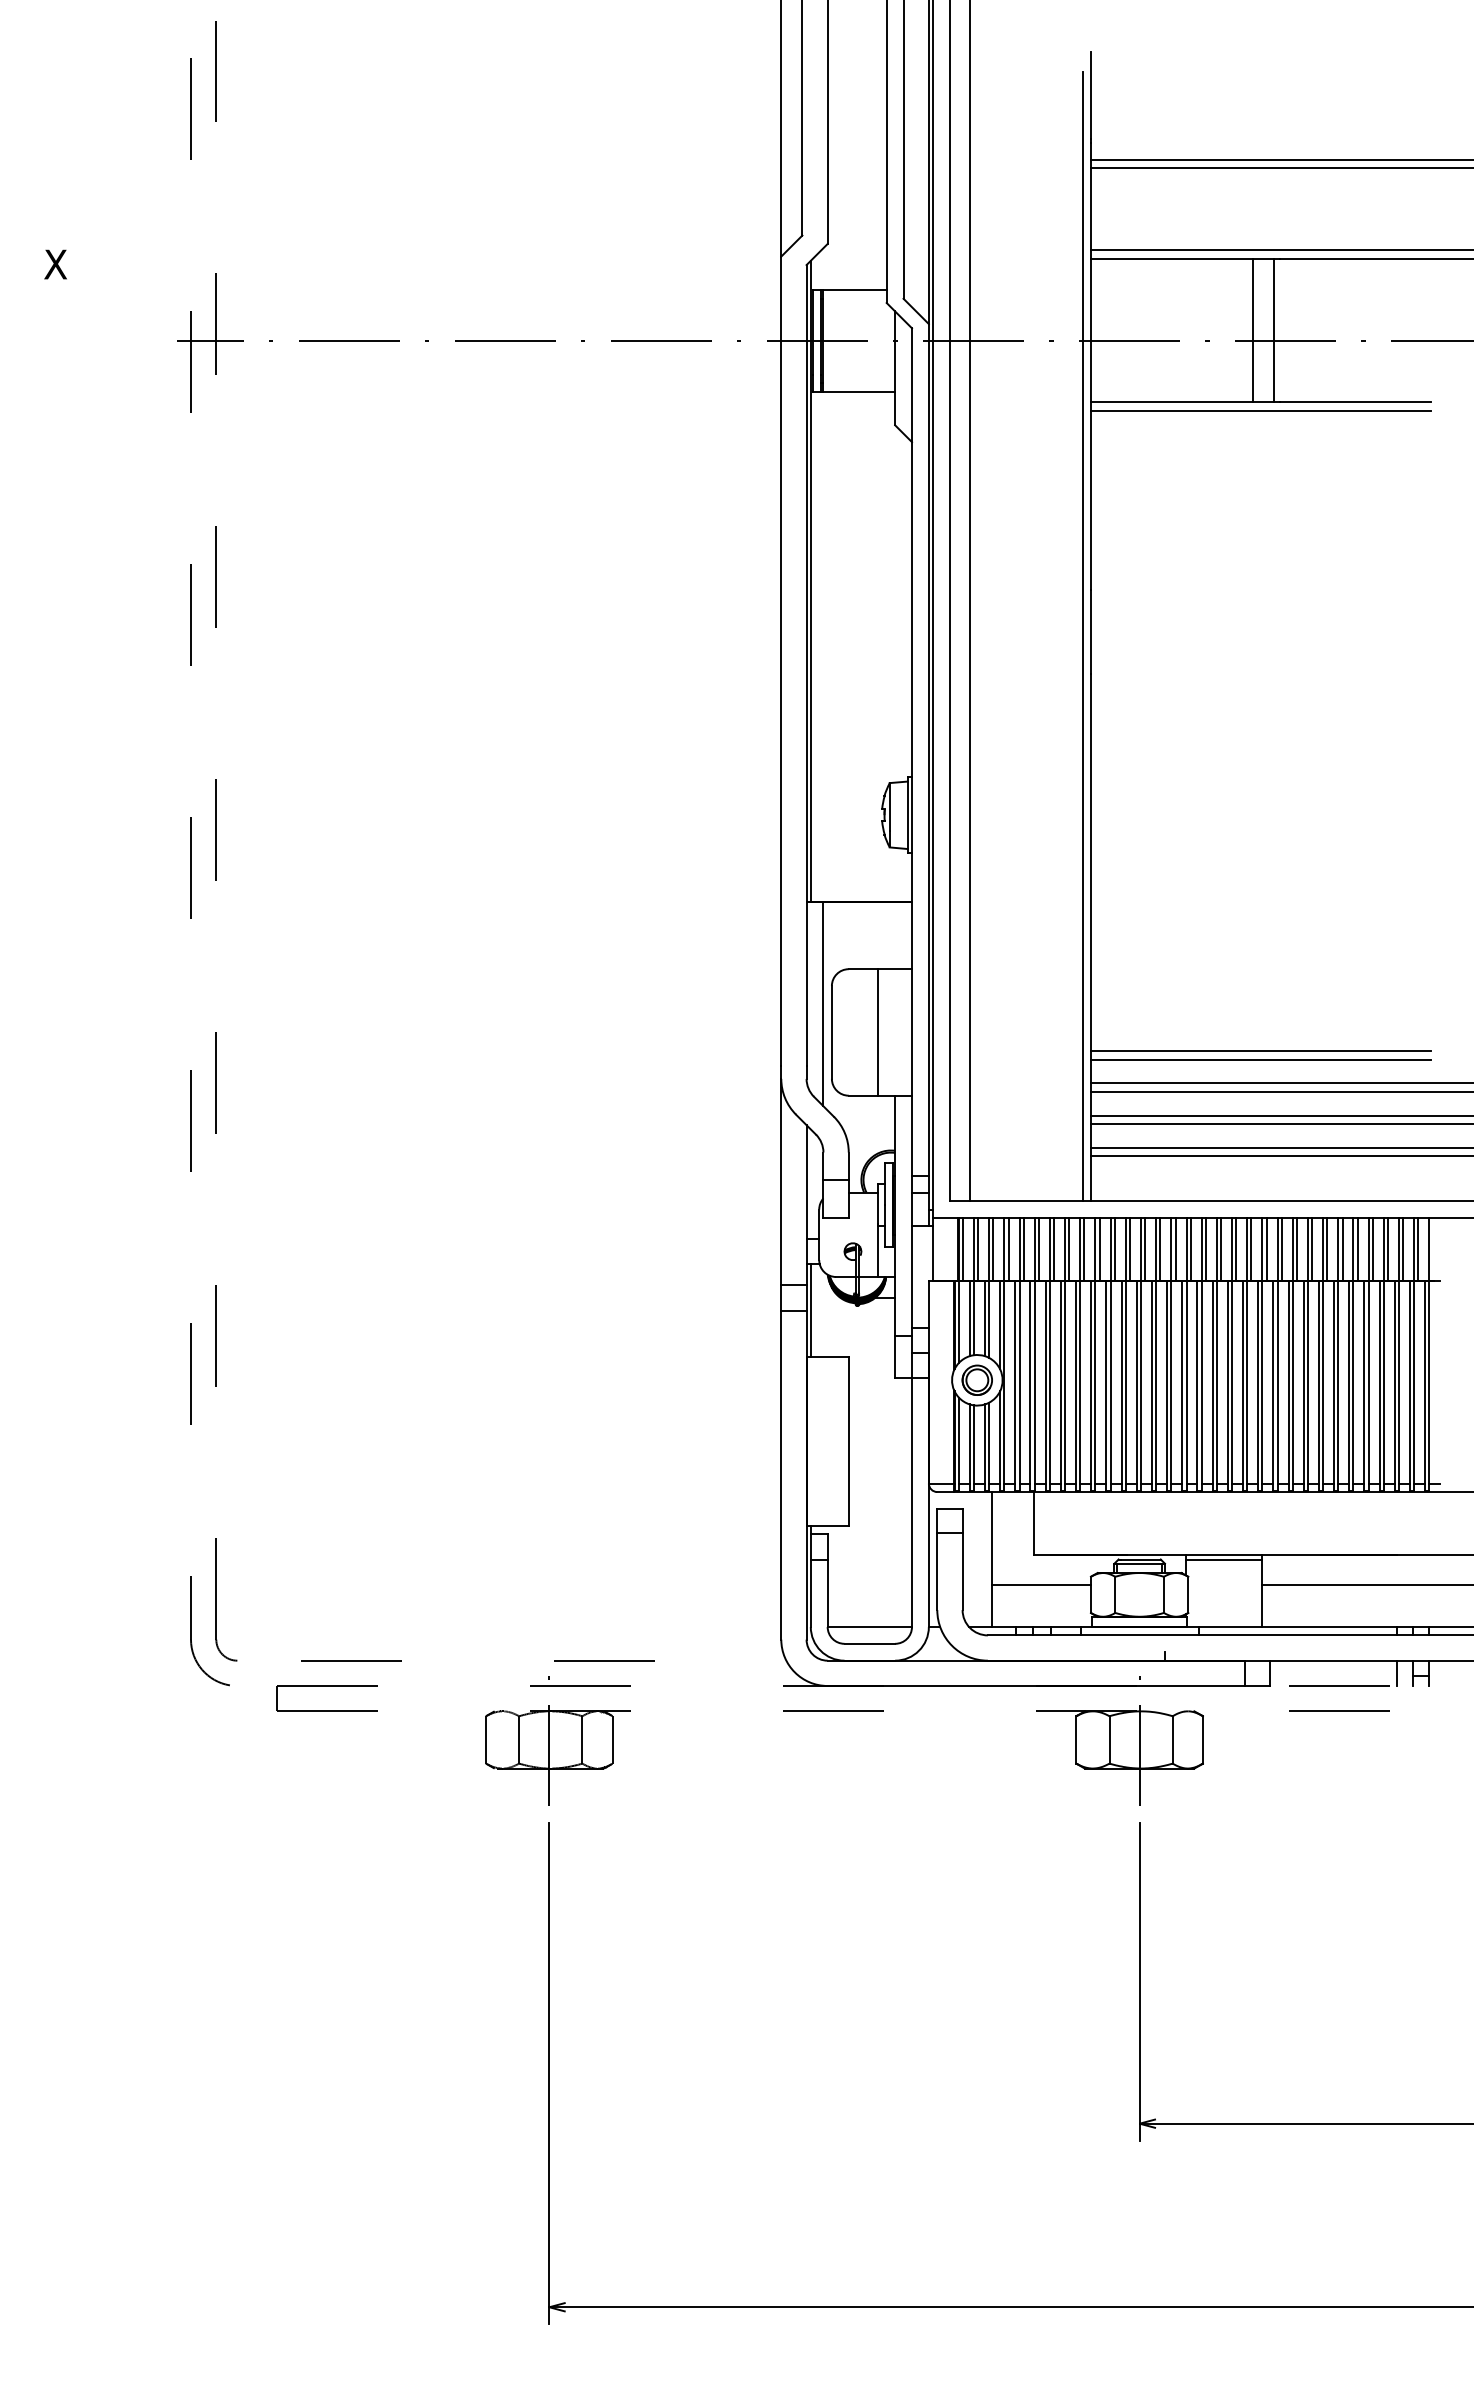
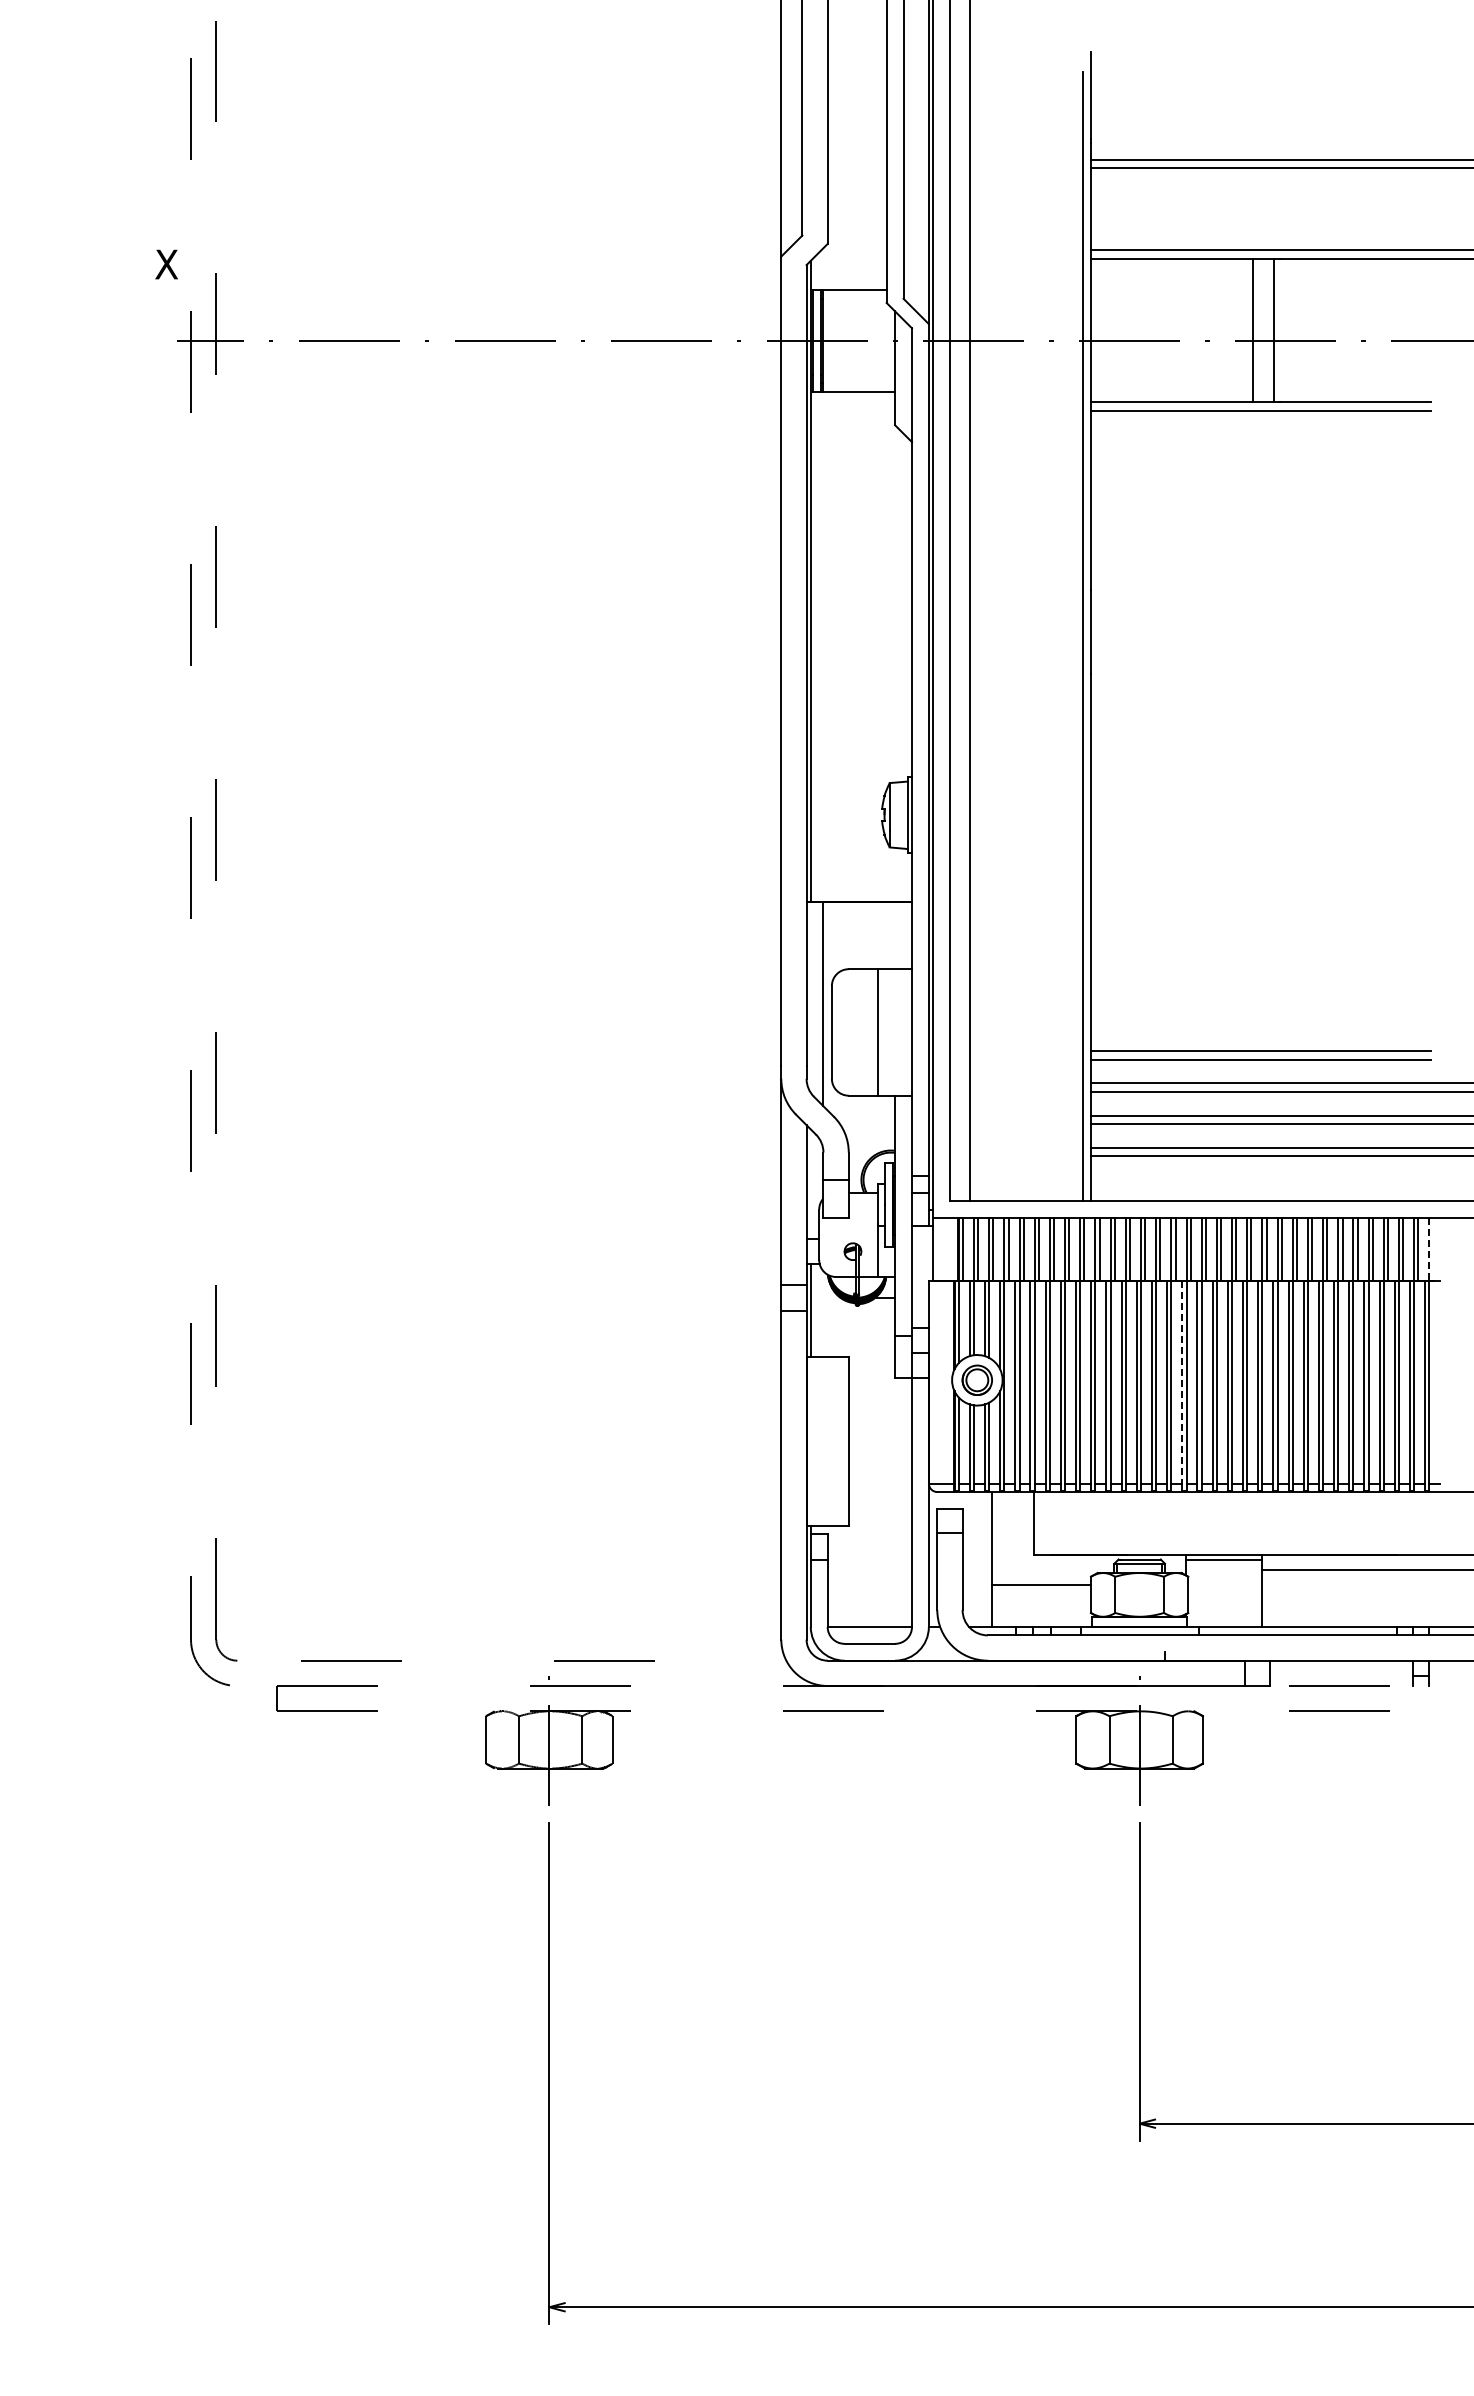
text at (55, 264) position: (55, 264) -> (166, 264)
line at (1429, 1249): solid -> dashed
line at (1182, 1382): solid -> dashed
line at (1365, 1584) position: (1365, 1584) -> (1365, 1569)
line at (1396, 1672): present -> none
